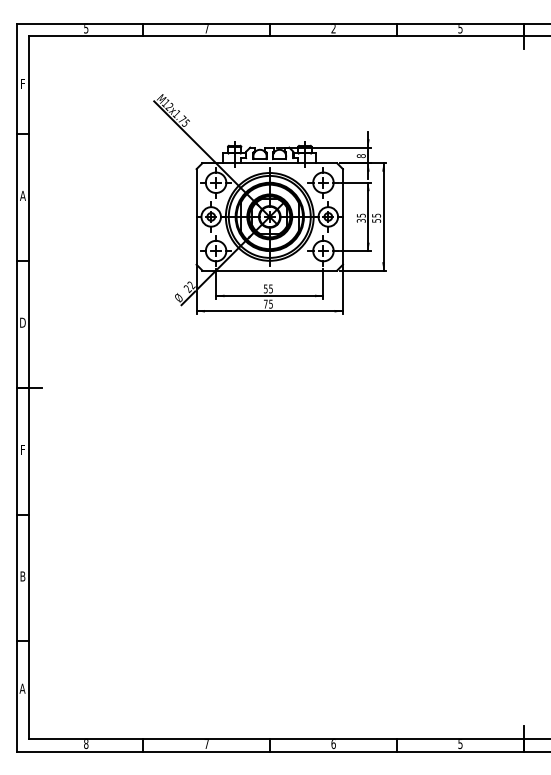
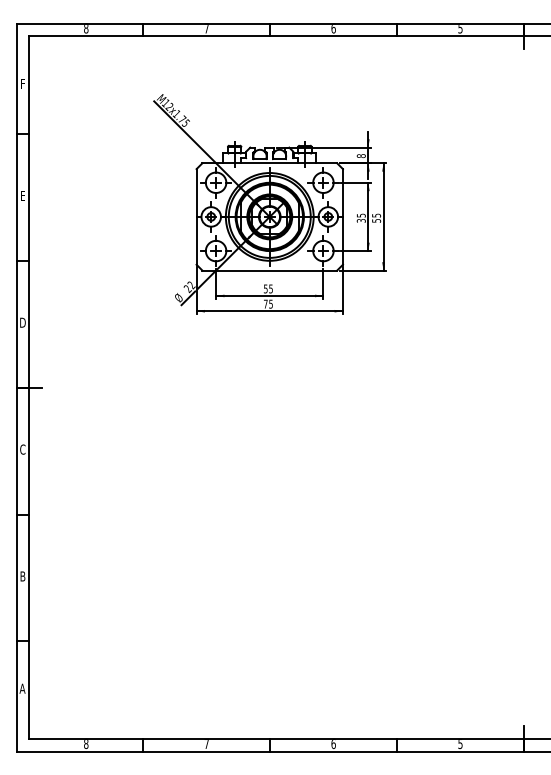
text at (86, 29): 5 -> 8
text at (333, 29): 2 -> 6
text at (22, 195): A -> E
text at (22, 449): F -> C
